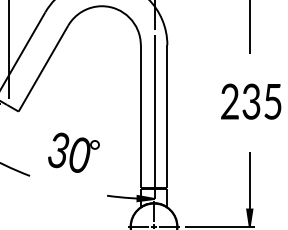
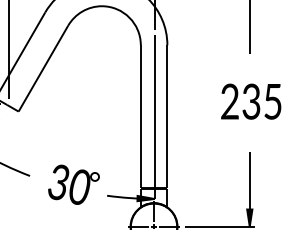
part at (73, 152) position: (73, 152) -> (73, 184)
